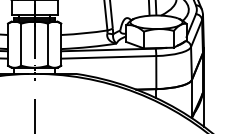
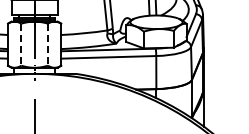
line at (21, 45): solid -> dashed
line at (47, 45): solid -> dashed
